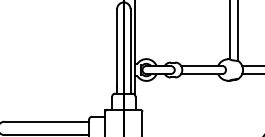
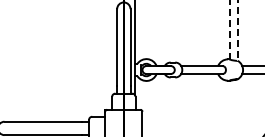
line at (229, 30): solid -> dashed
line at (237, 31): solid -> dashed
